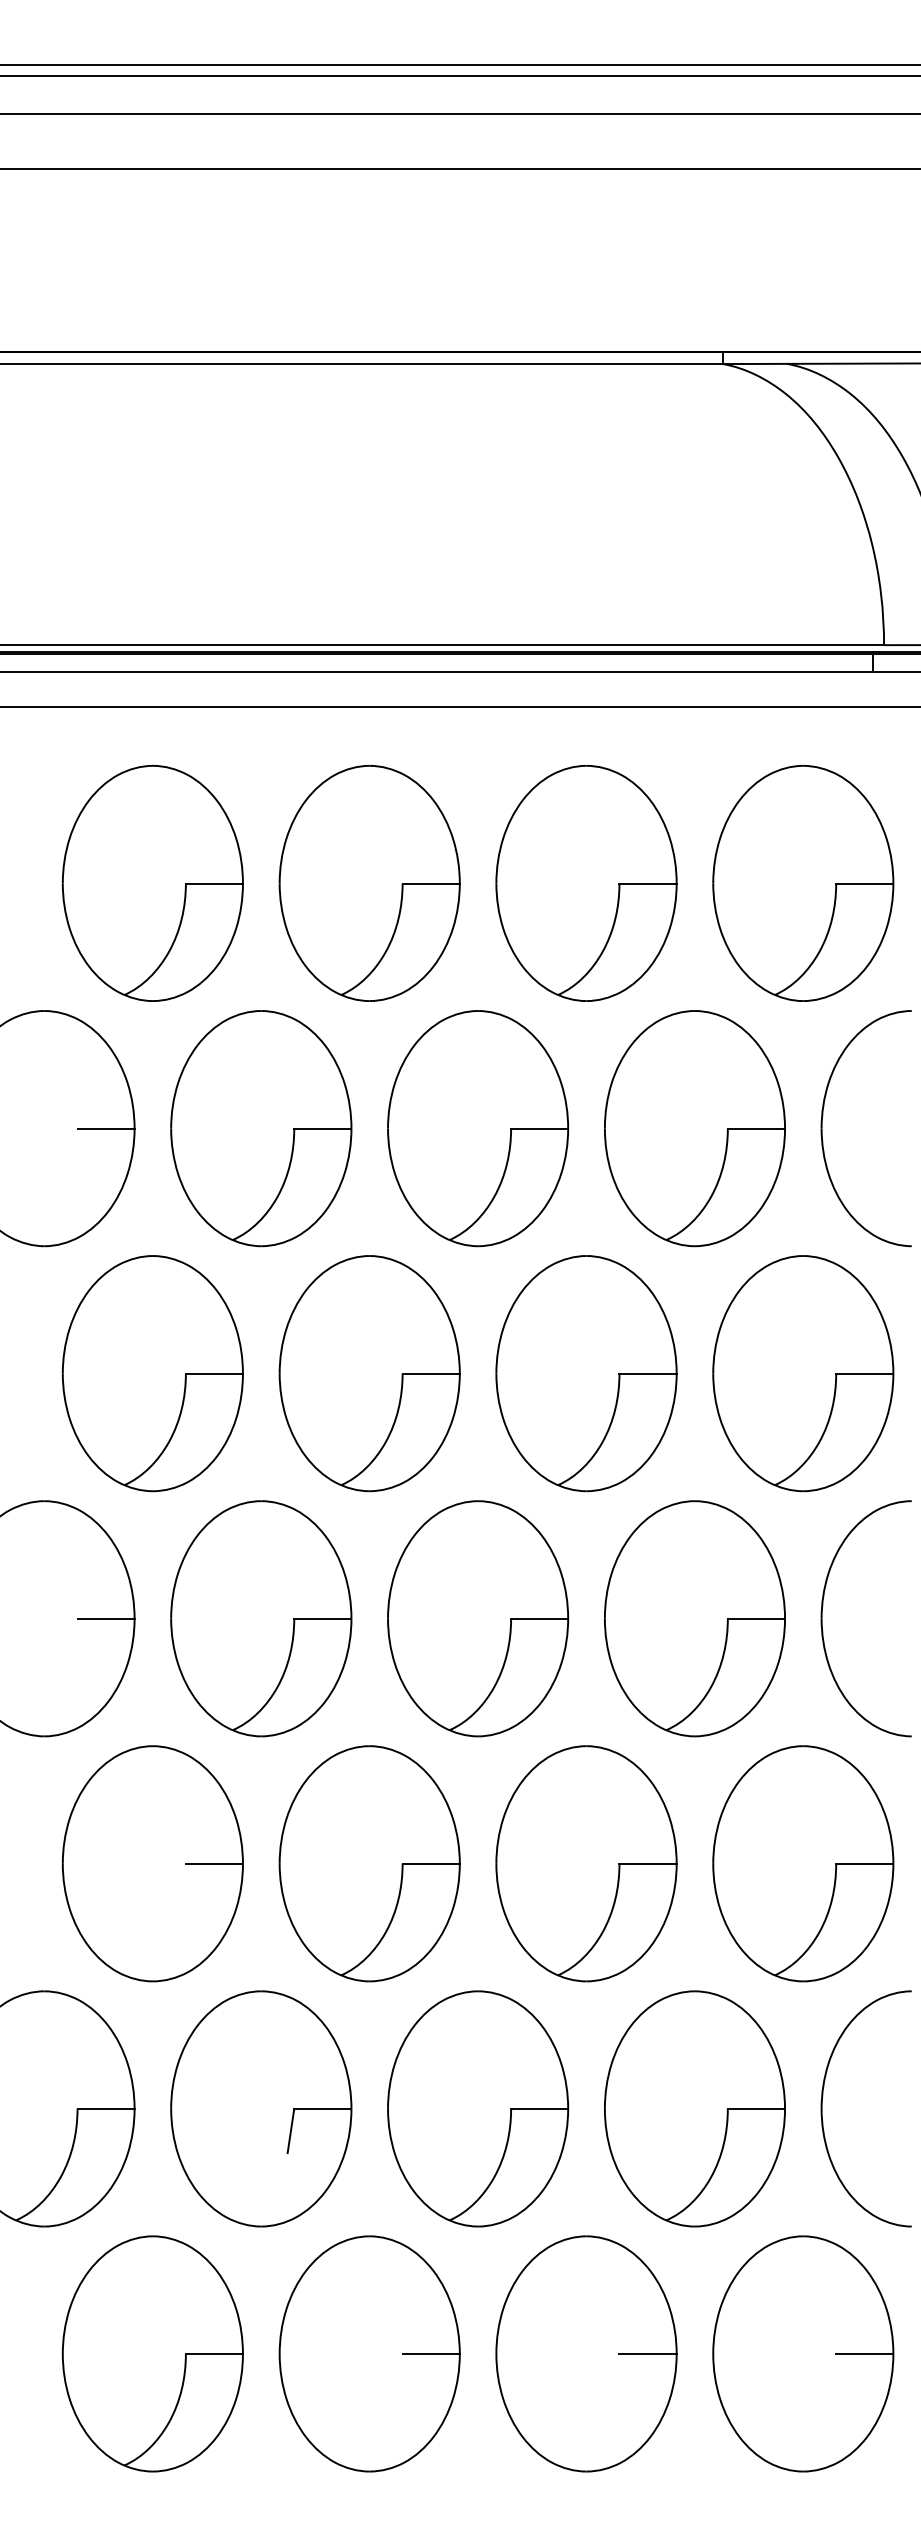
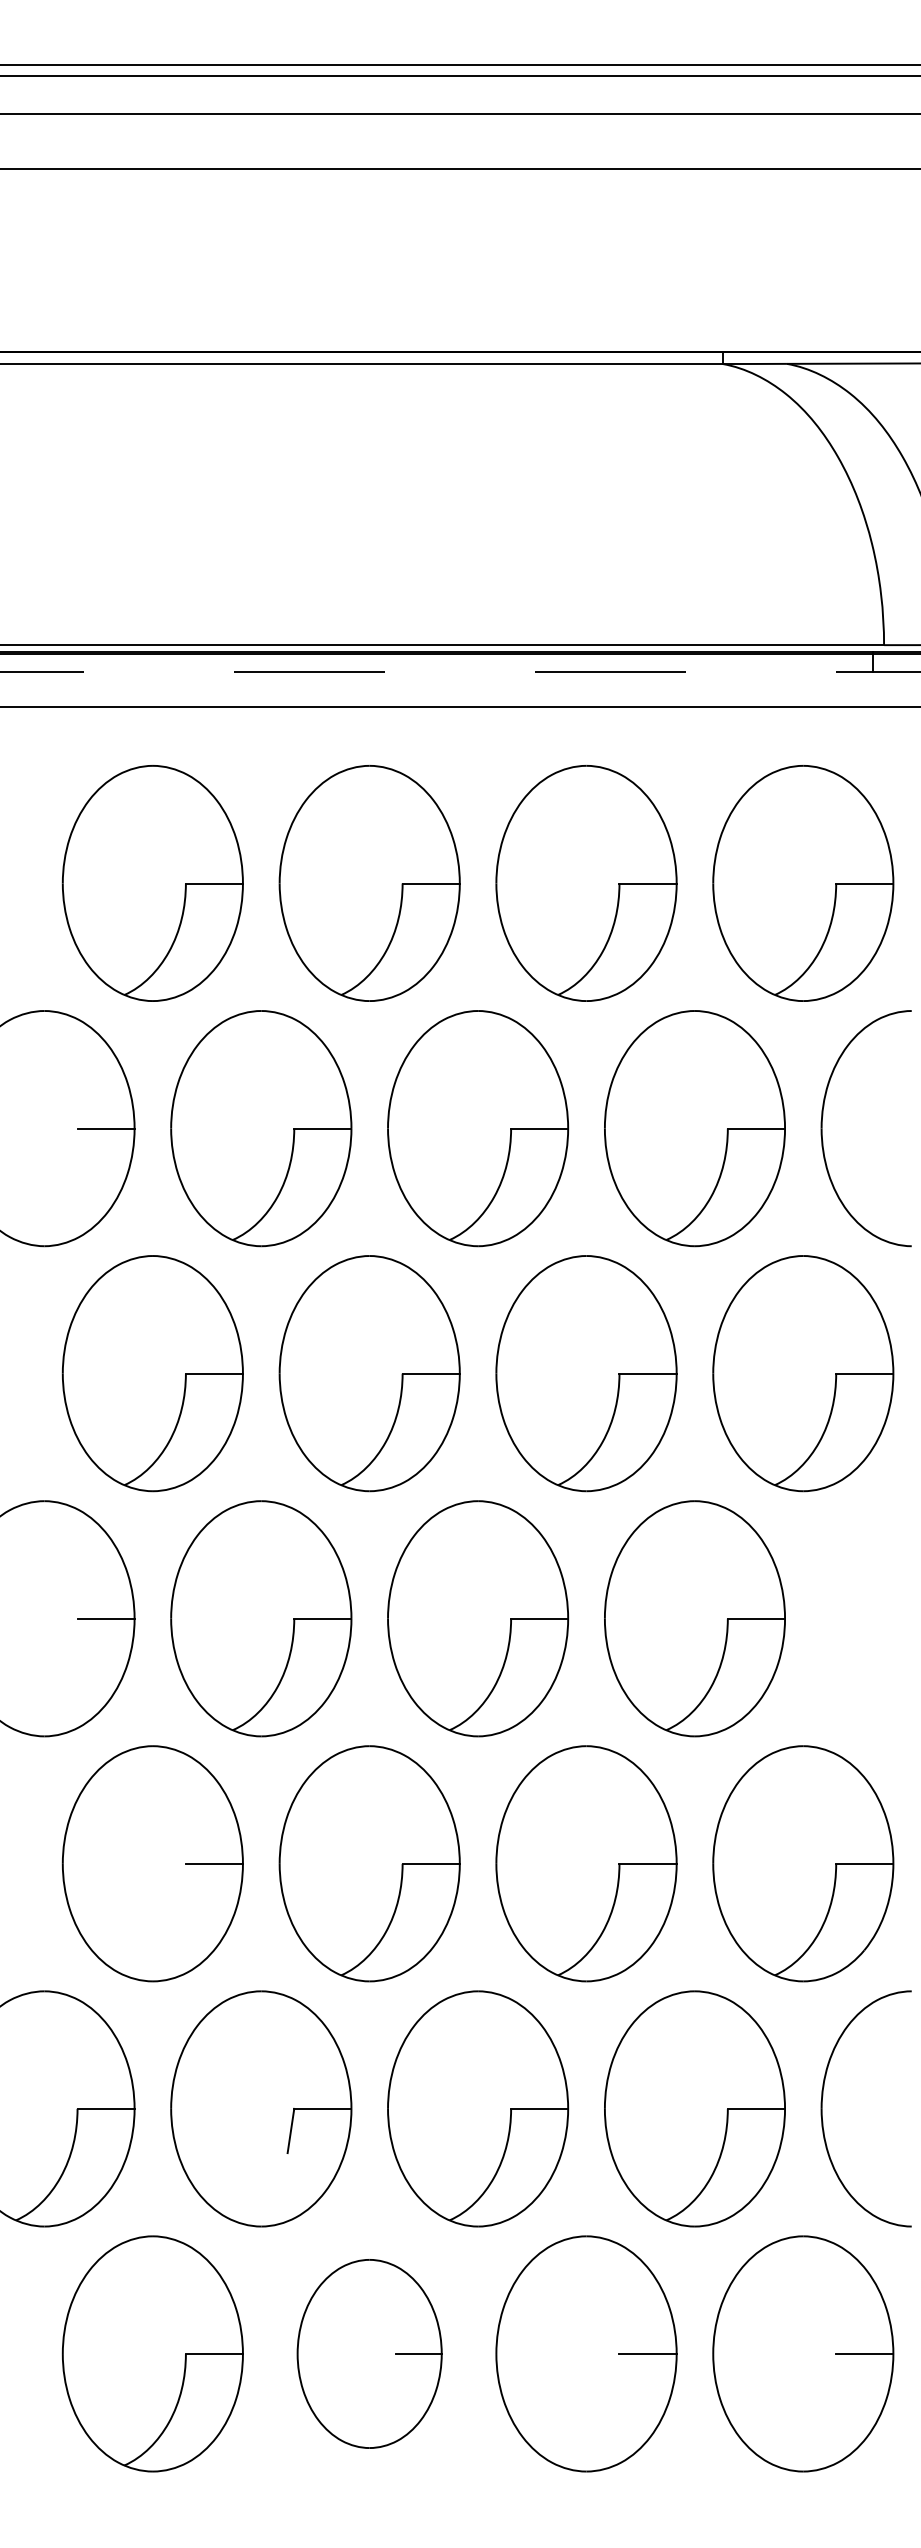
line at (460, 672): solid -> dashed
part at (822, 1618): present -> none
part at (369, 2353) size: 183x238 px -> 147x190 px
